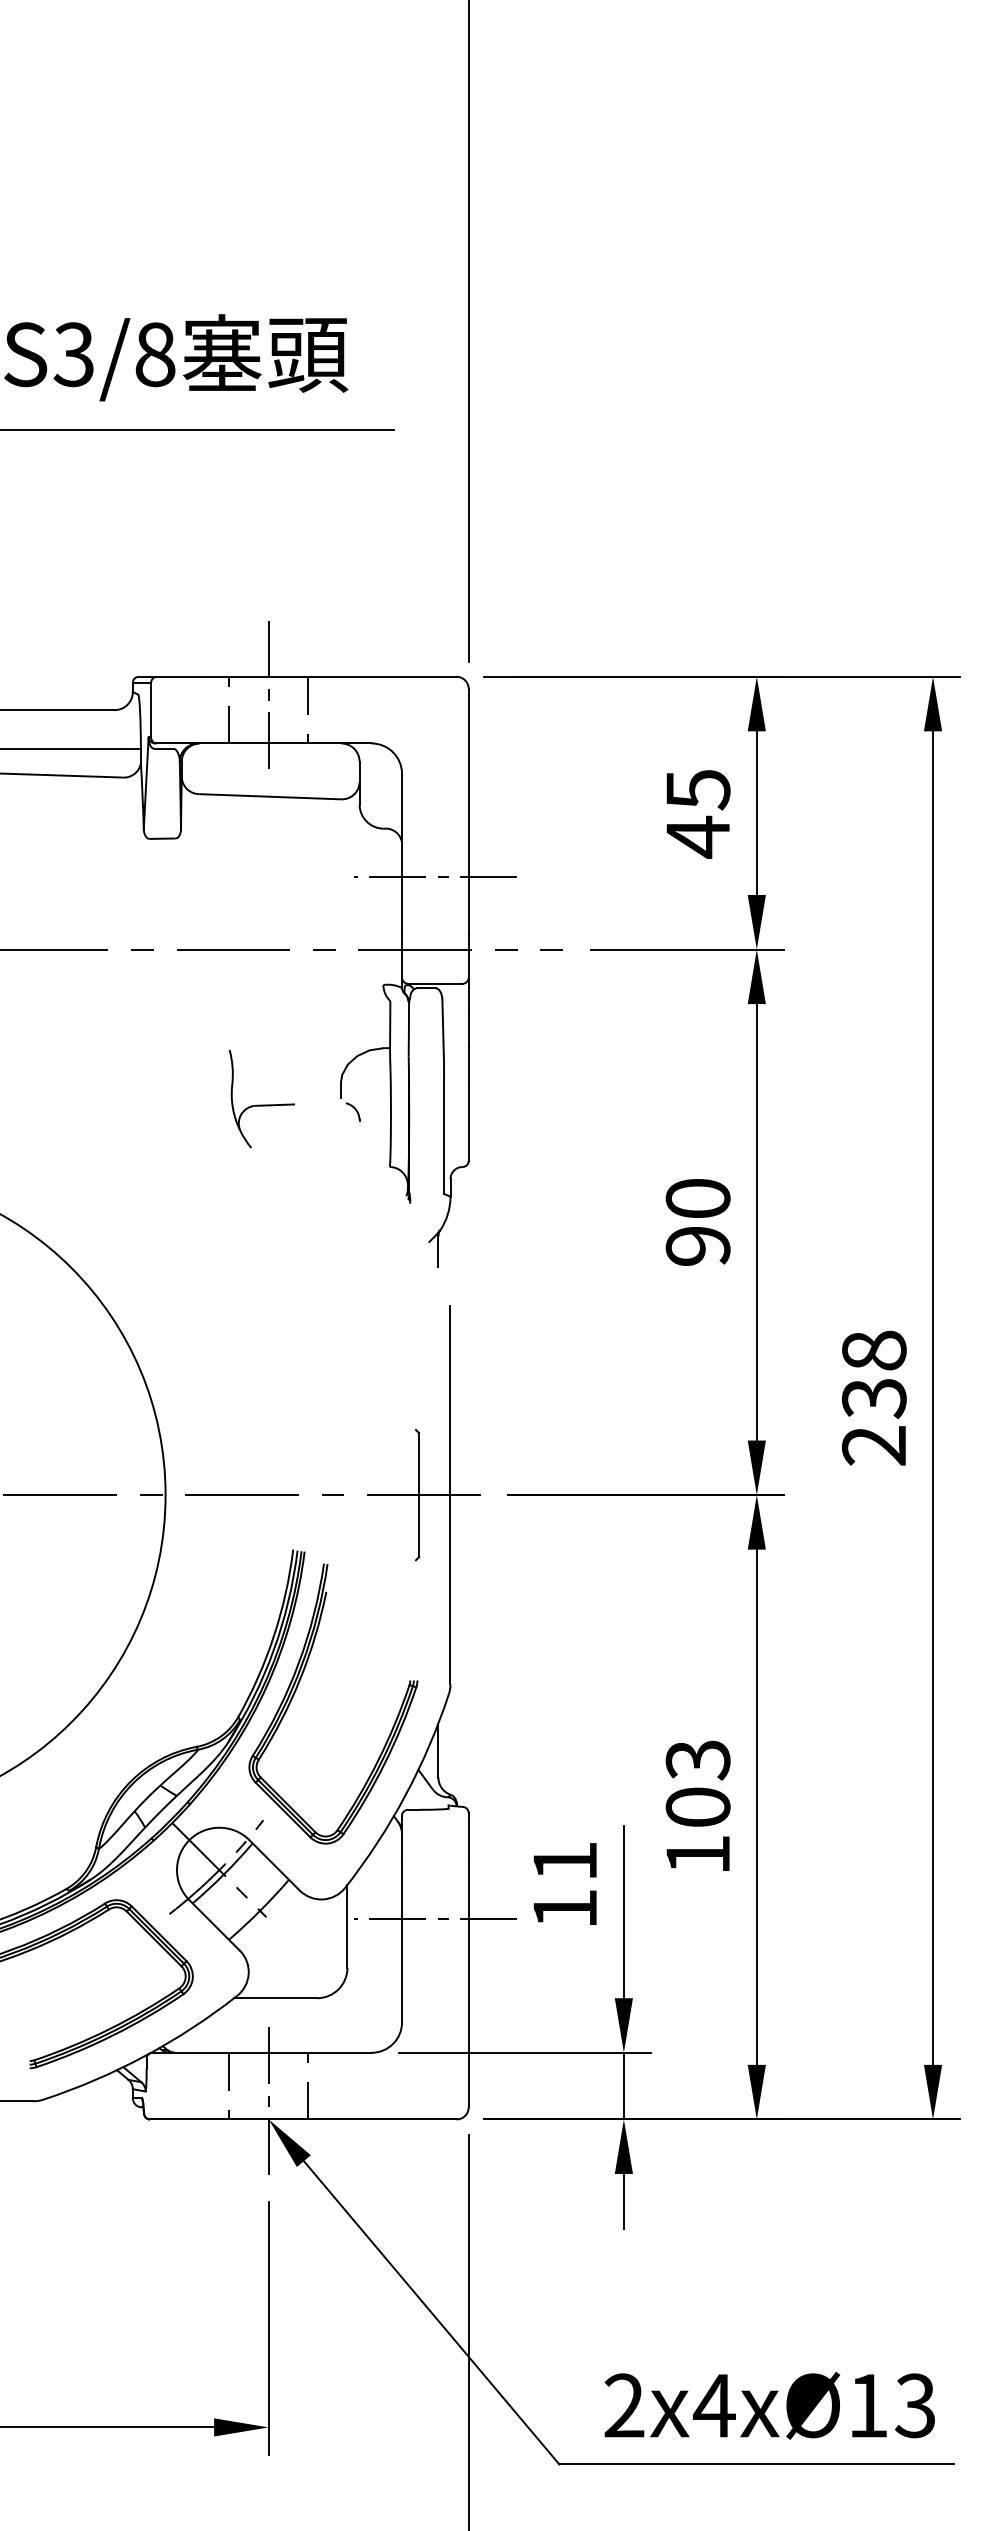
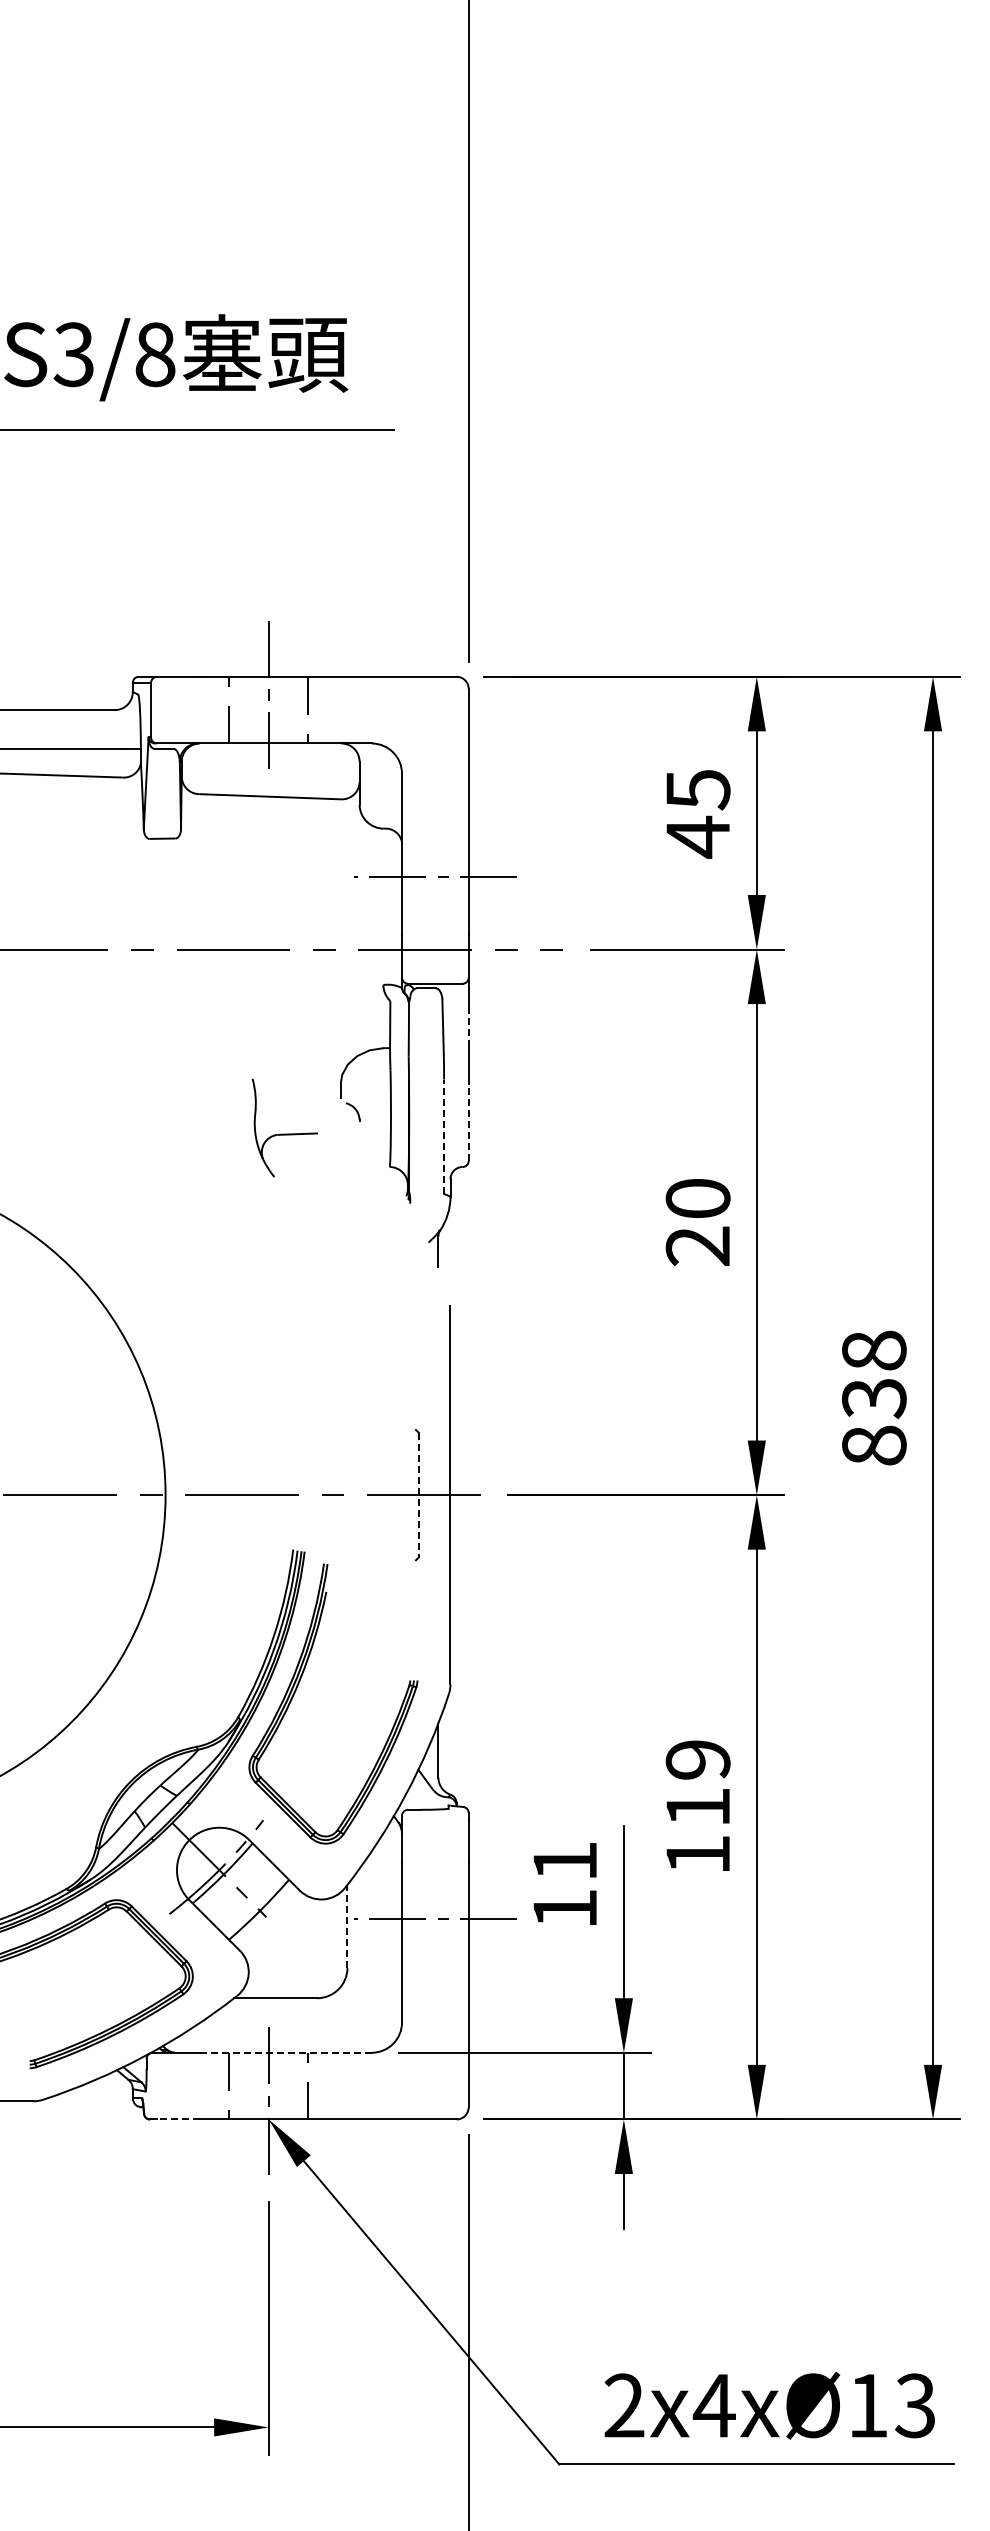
line at (468, 1029): solid -> dashed
part at (261, 1098) position: (261, 1098) -> (284, 1127)
line at (468, 1122): solid -> dashed
line at (444, 1136): solid -> dashed
text at (698, 1246): 90 -> 20
text at (873, 1445): 238 -> 838
line at (418, 1495): solid -> dashed
text at (697, 1783): 103 -> 119
line at (347, 1925): solid -> dashed
line at (286, 2052): solid -> dashed
line at (177, 2119): solid -> dashed
